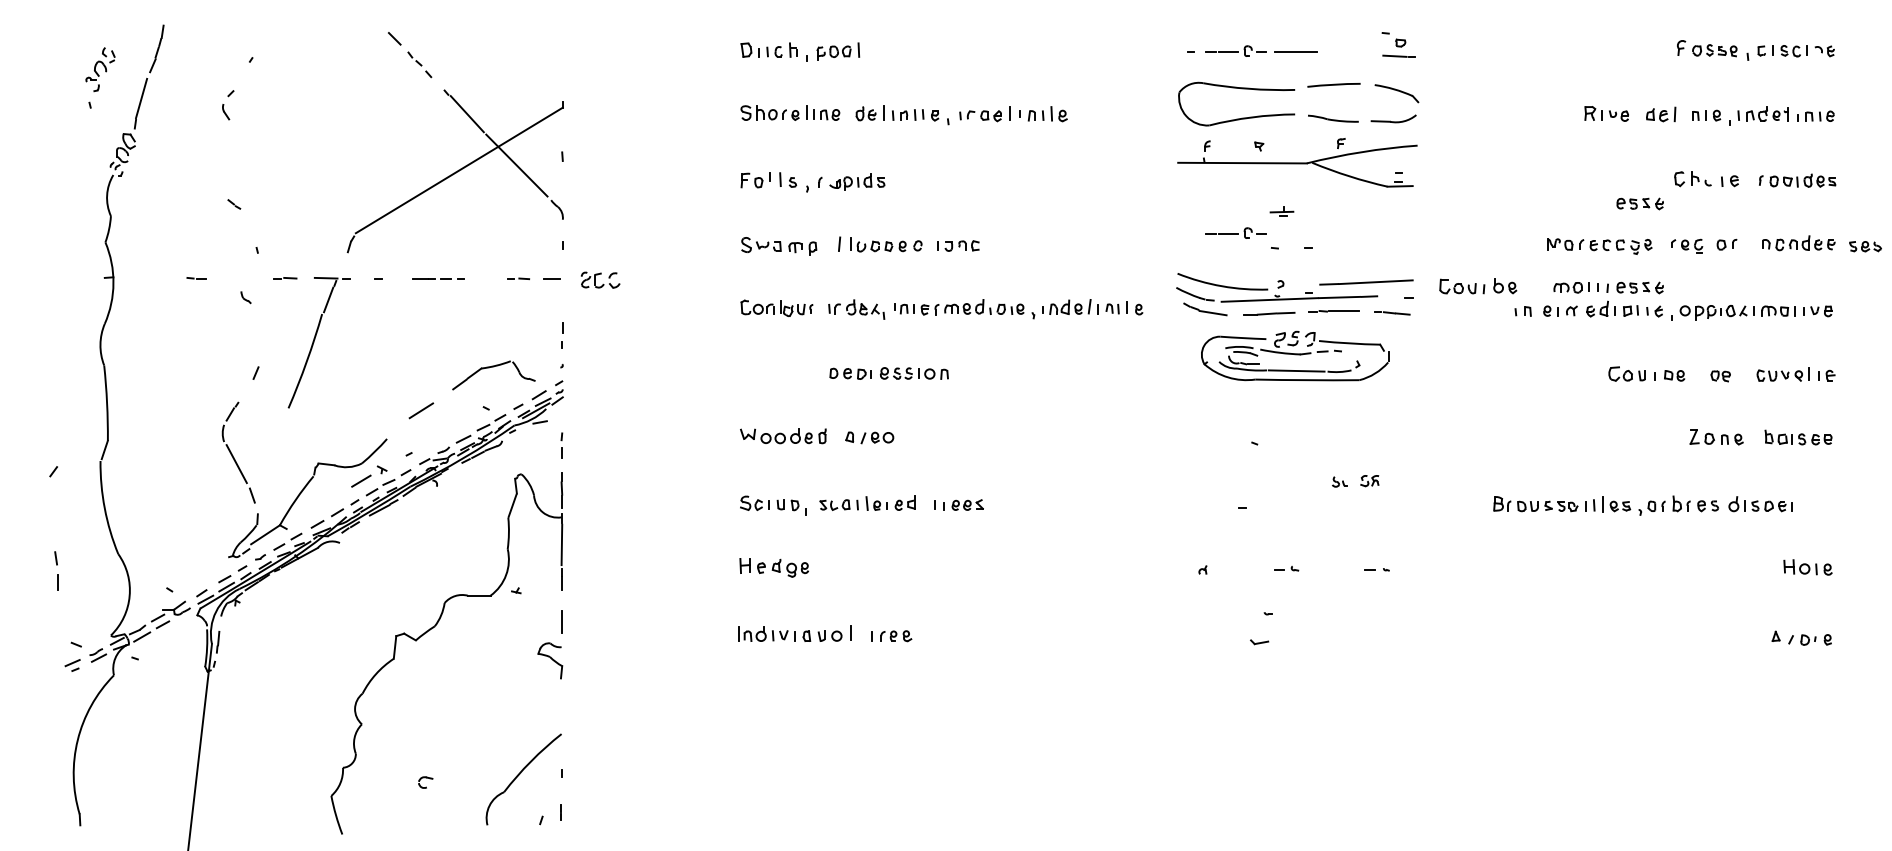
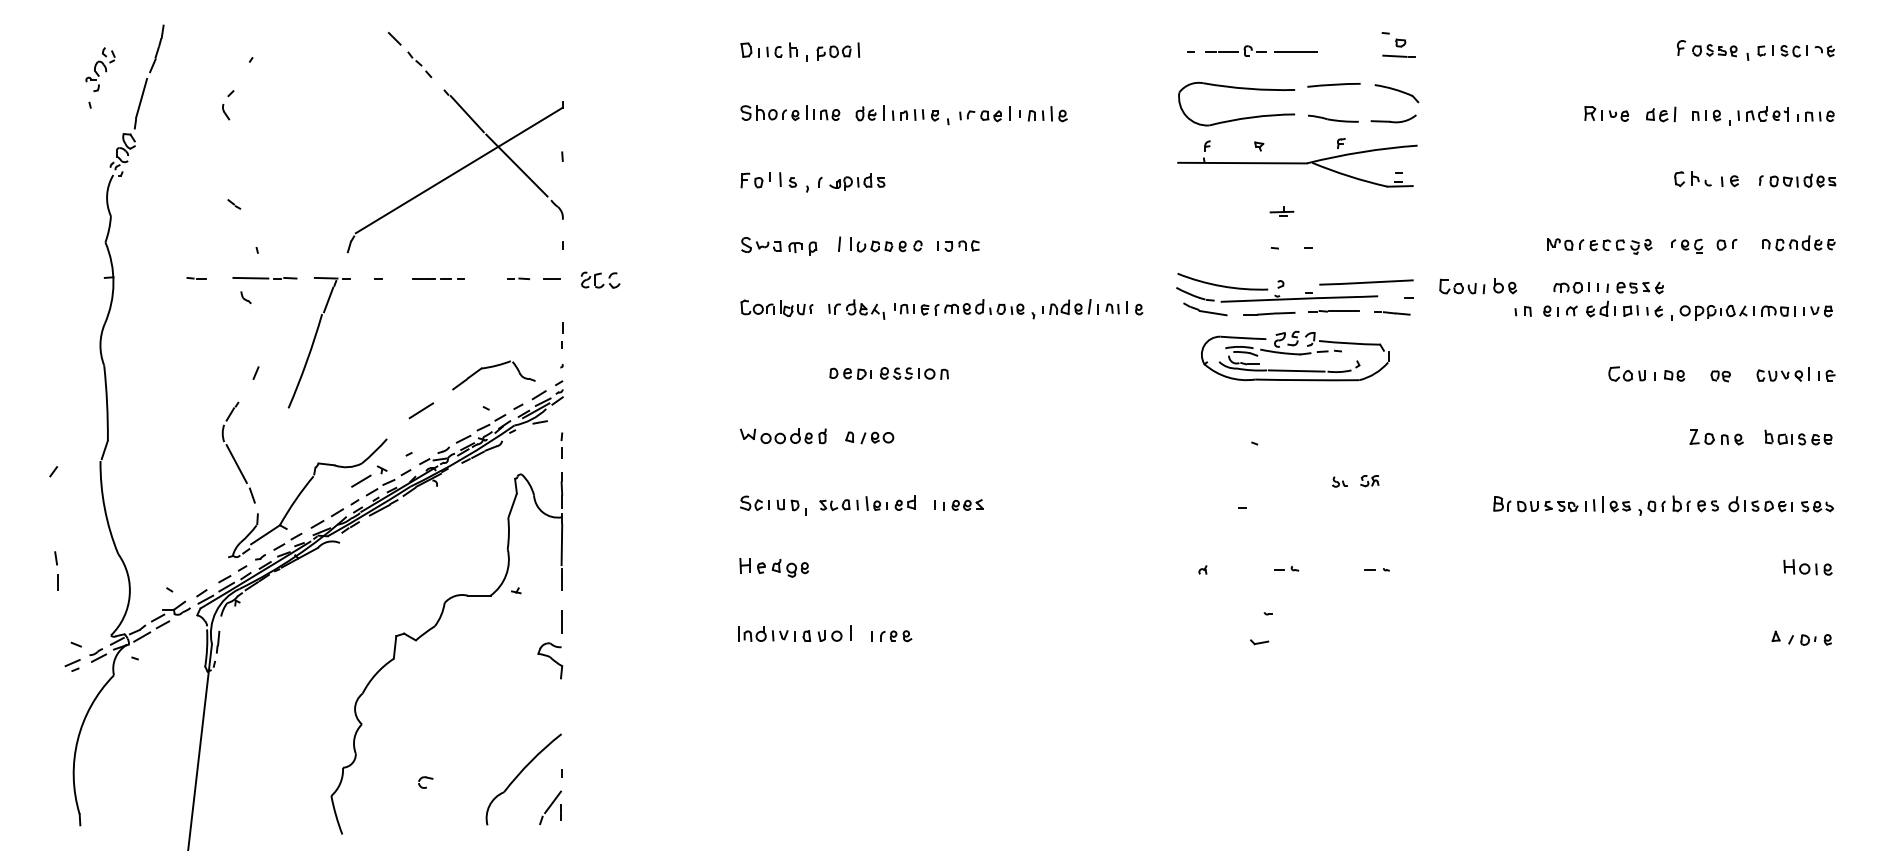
part at (1639, 203): present -> none
part at (1235, 232): present -> none
part at (1865, 246) position: (1865, 246) -> (1817, 506)
line at (250, 277): none -> present
line at (552, 802): none -> present
